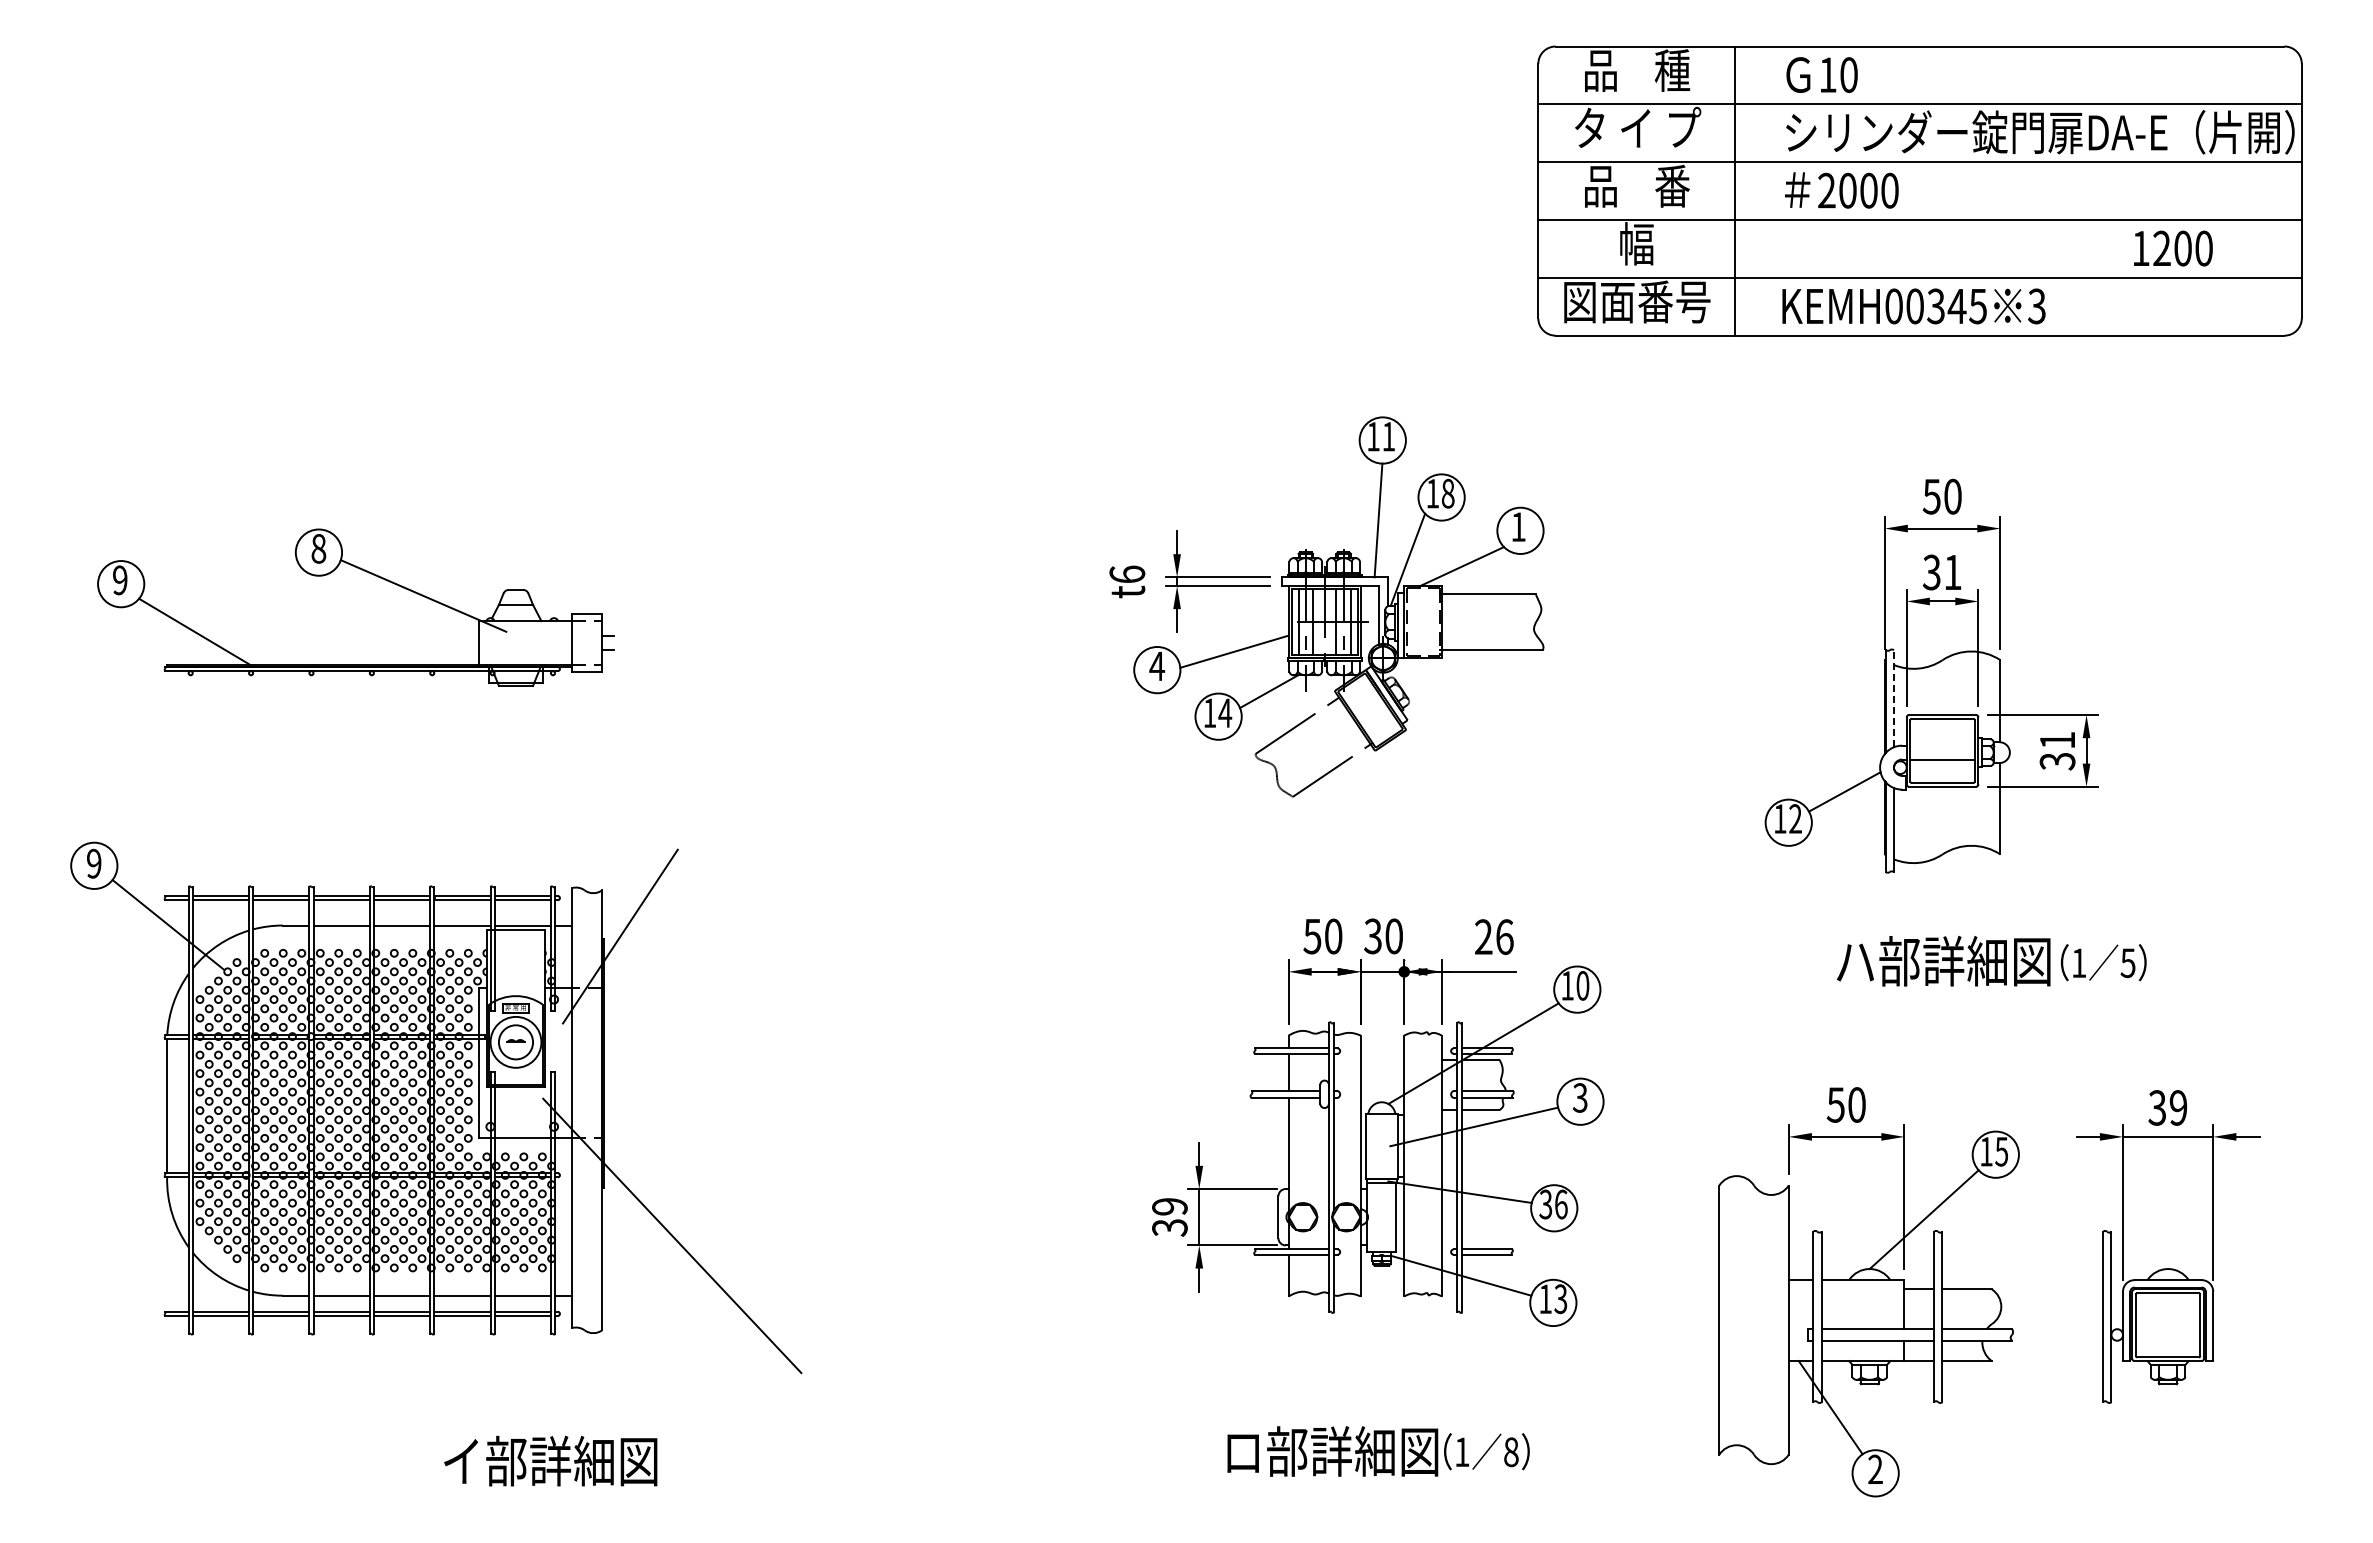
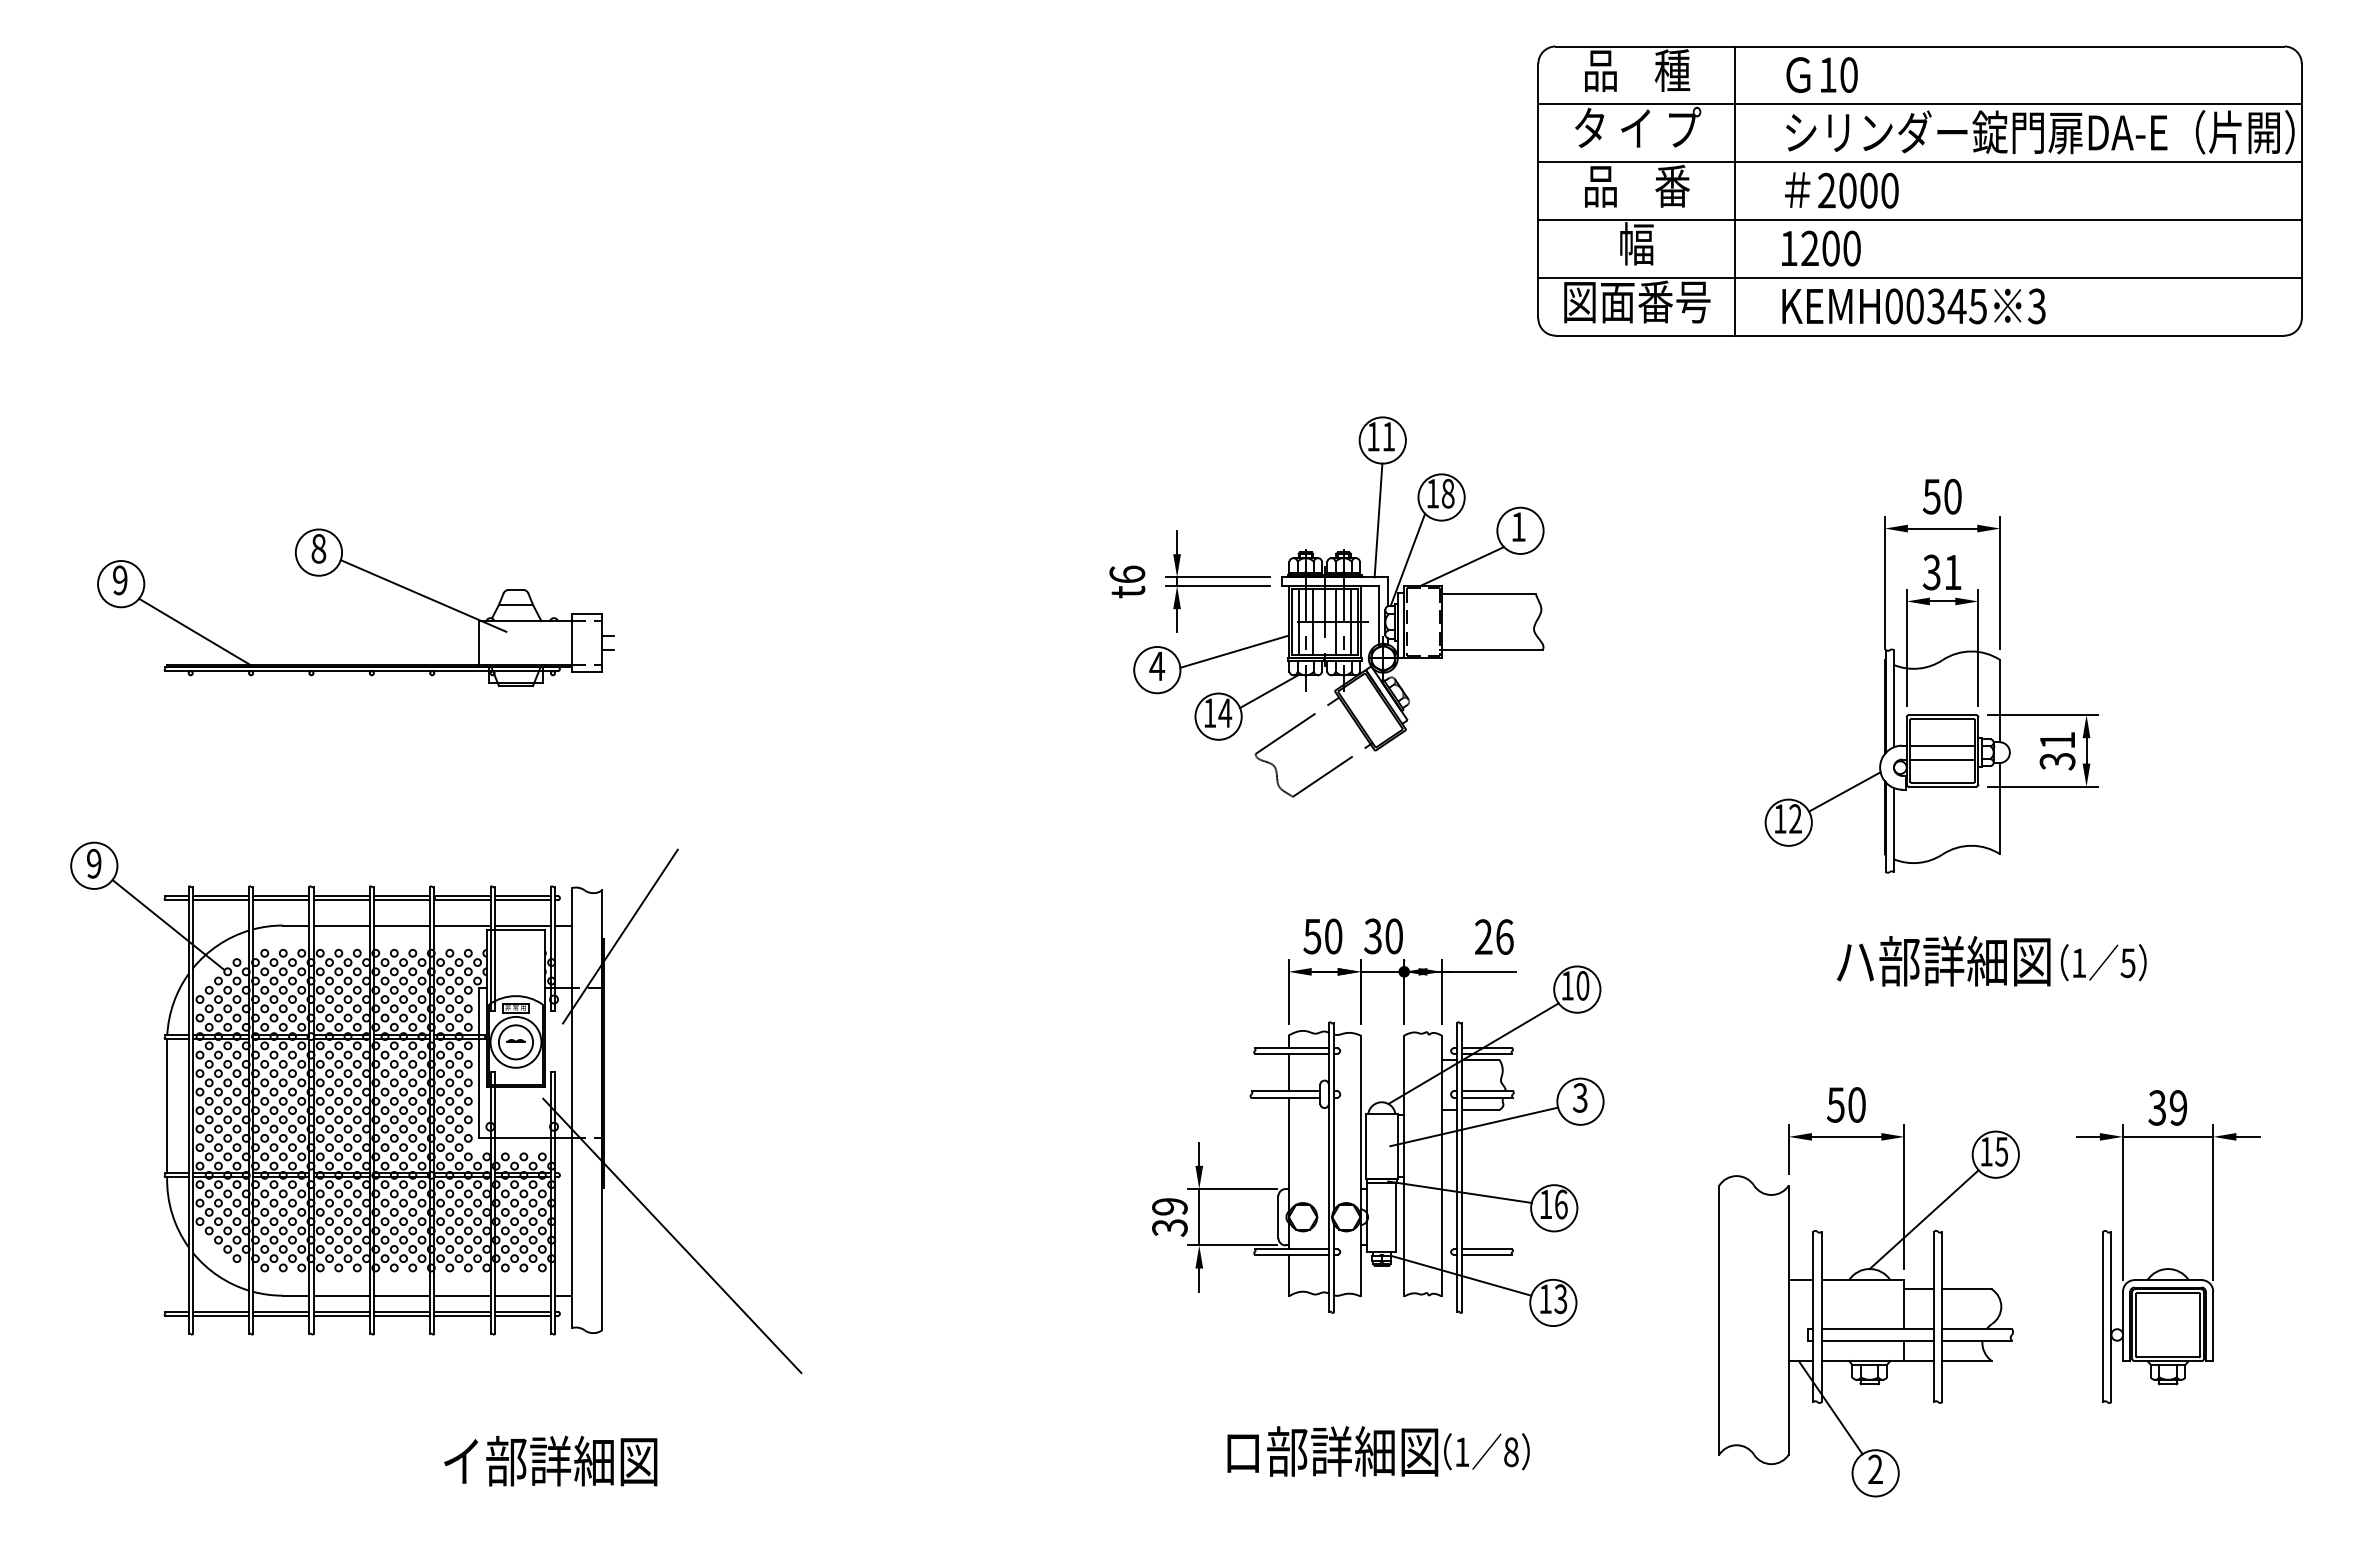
text at (2173, 248) position: (2173, 248) -> (1821, 248)
line at (1893, 698): dashed -> solid
line at (1942, 745): none -> present
text at (1545, 1204): 36 -> 16
